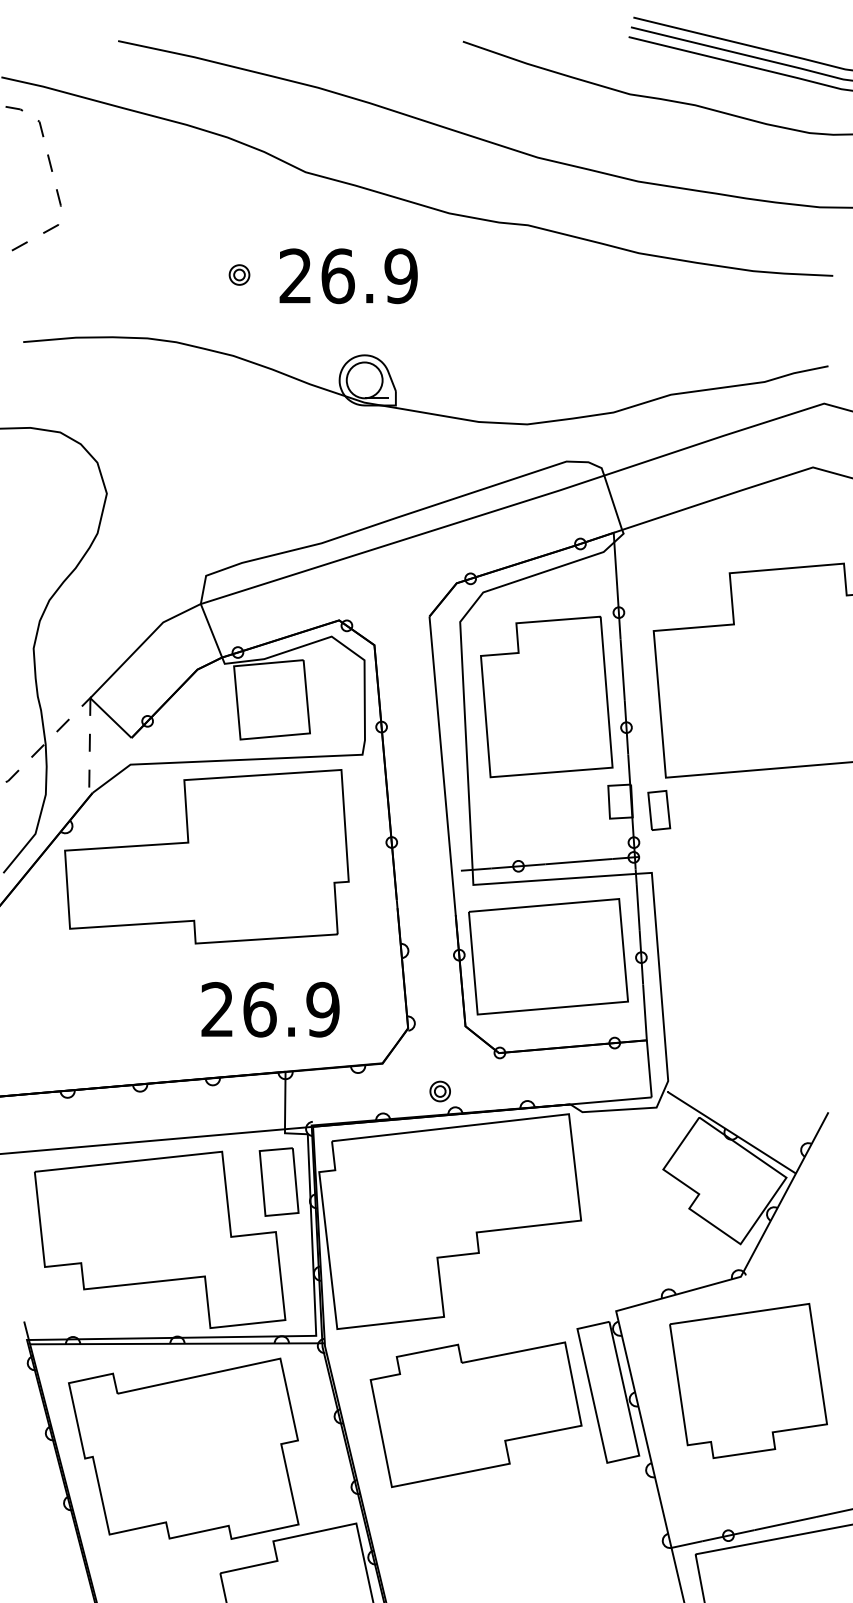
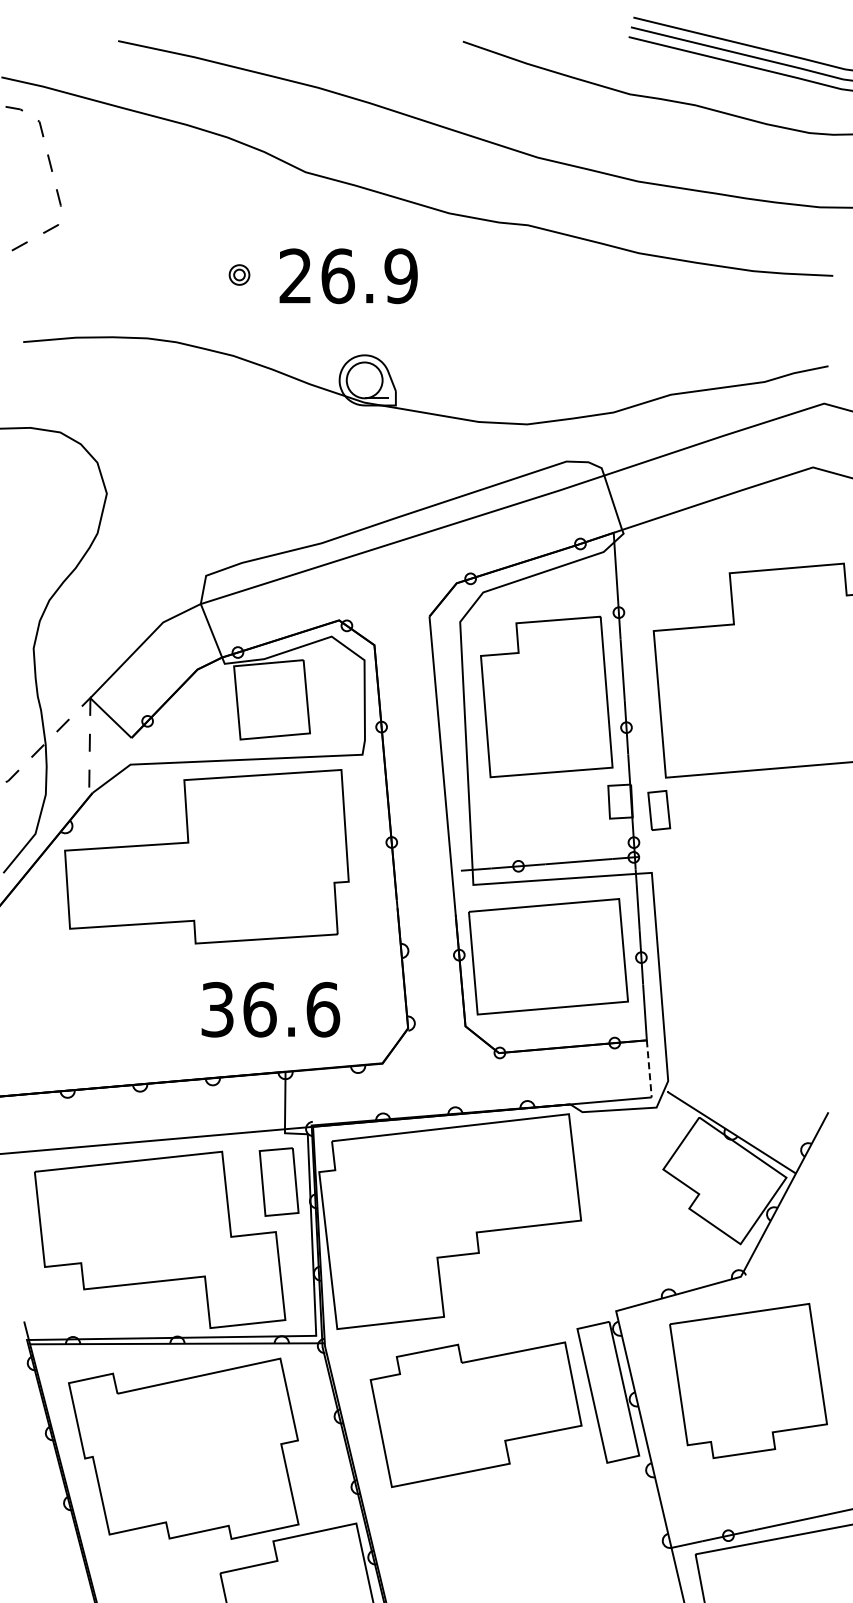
text at (270, 1009): 26.9 -> 36.6
line at (649, 1068): solid -> dashed
part at (439, 1091): present -> none
